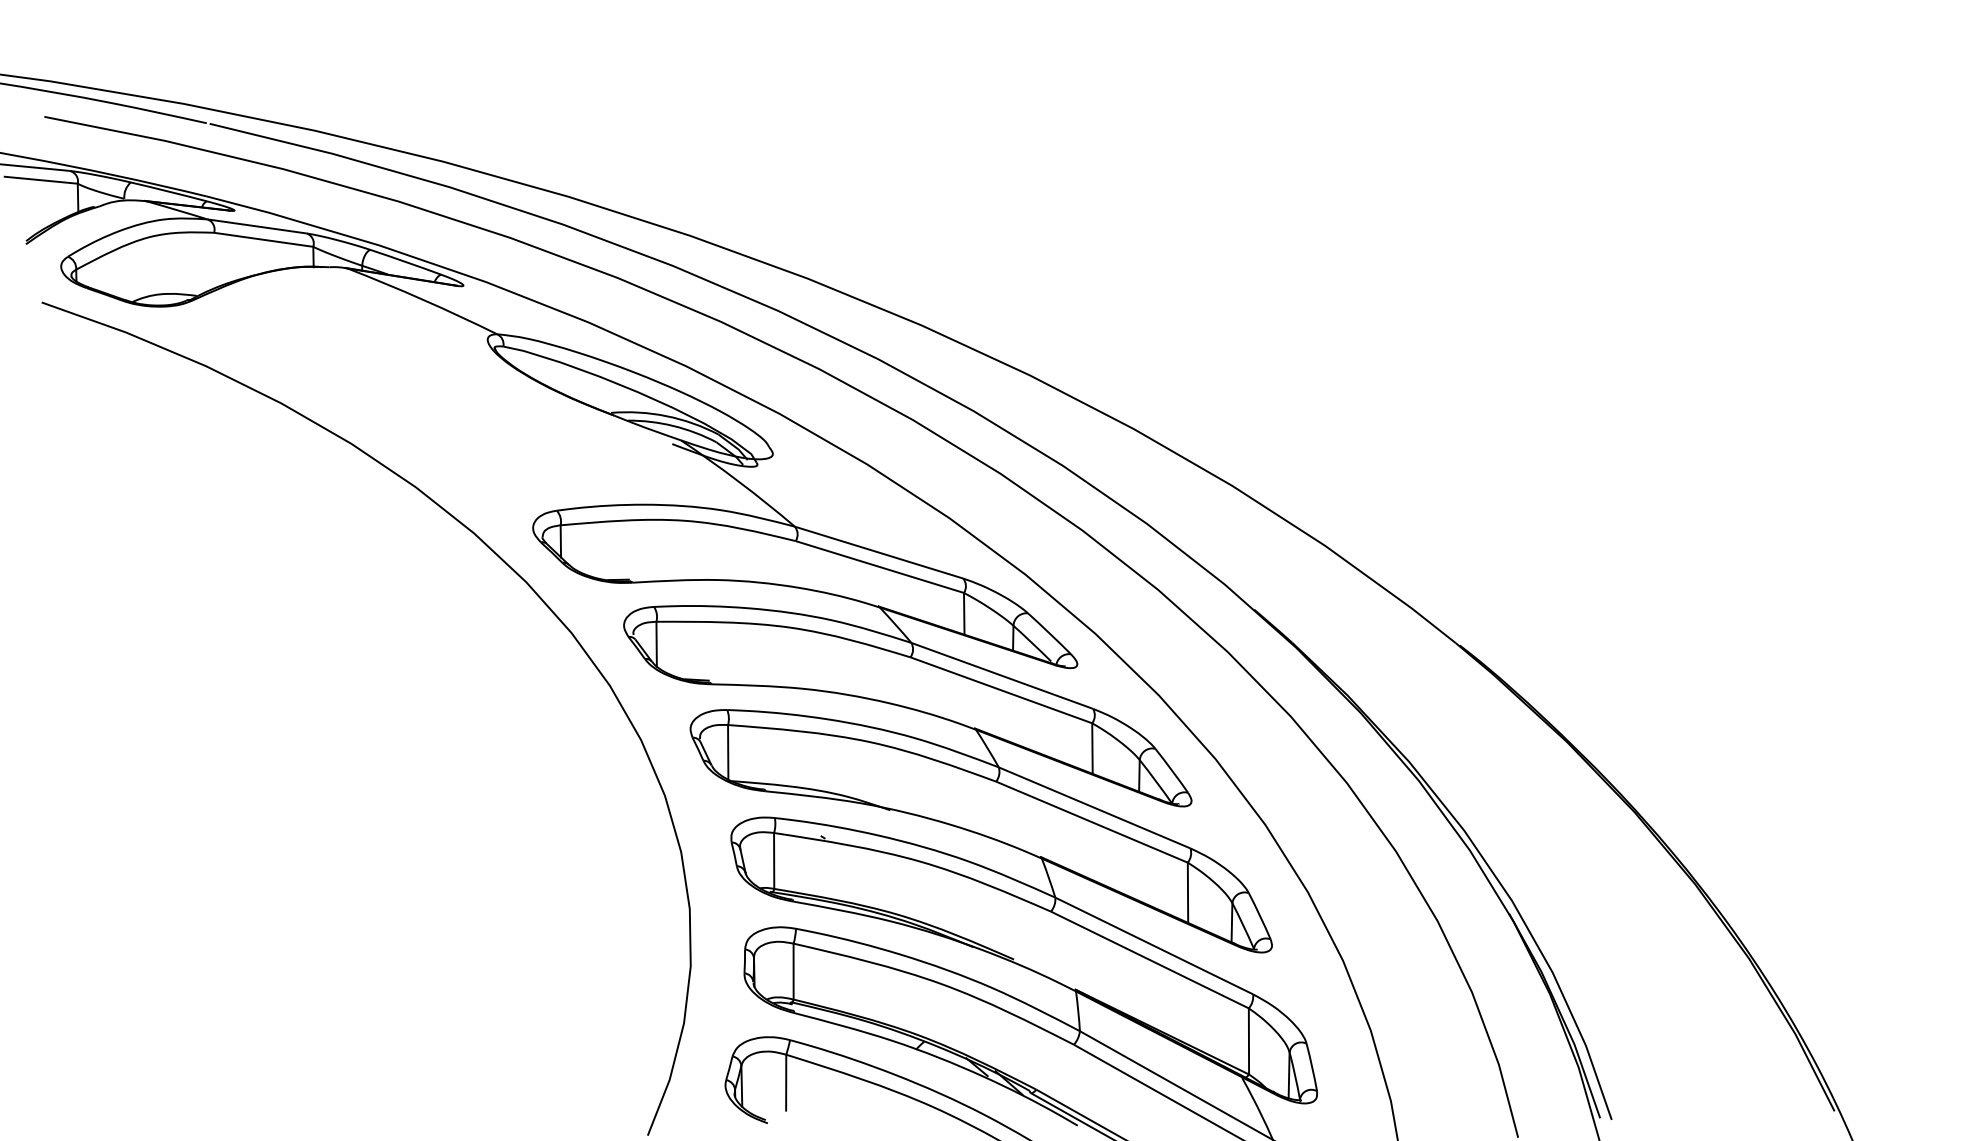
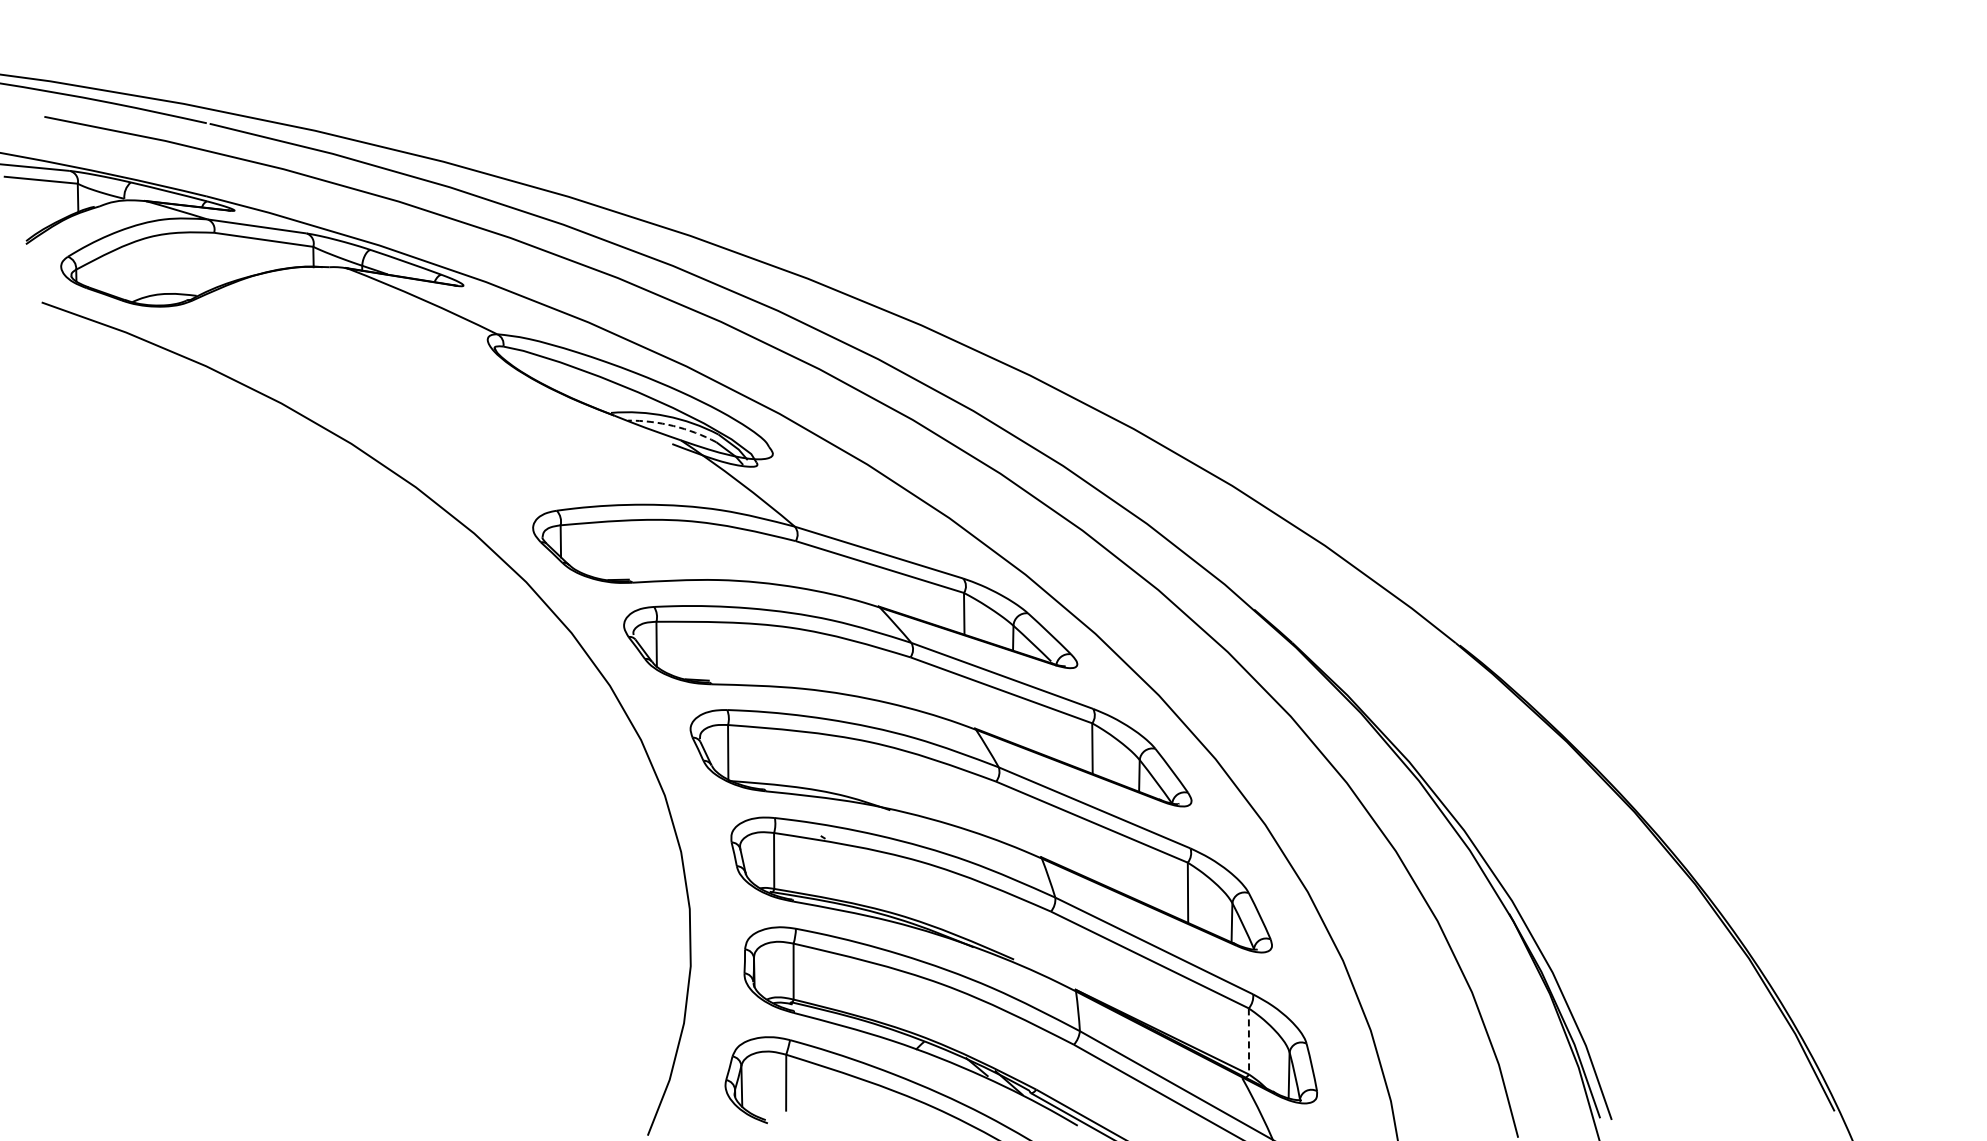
arc at (673, 426): solid -> dashed
line at (1248, 1041): solid -> dashed
